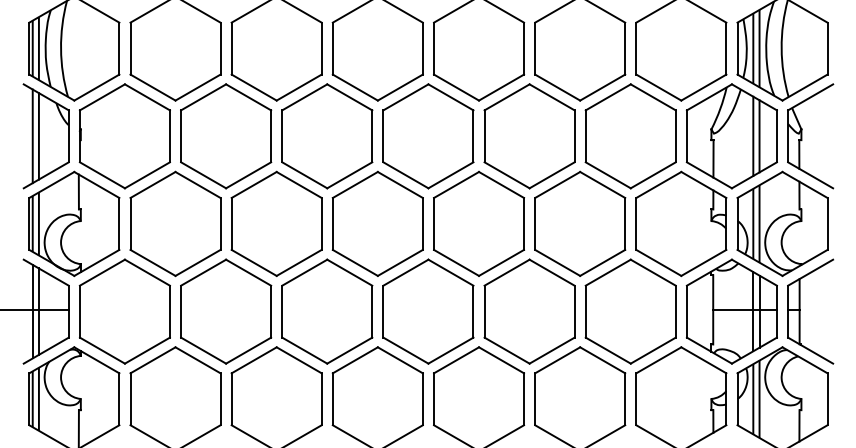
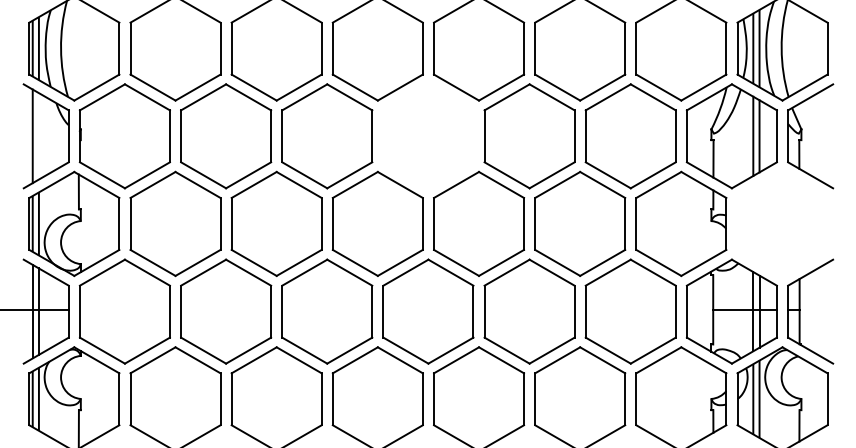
line at (38, 136): present -> none
part at (428, 136): present -> none
part at (782, 223): present -> none
